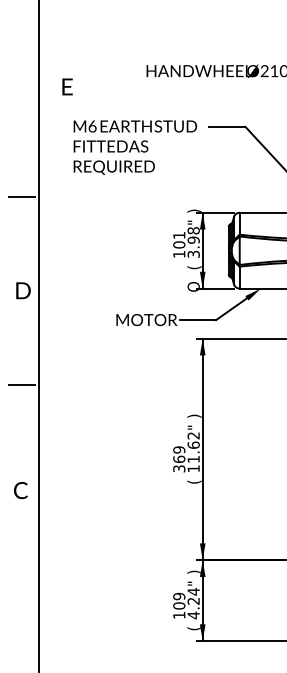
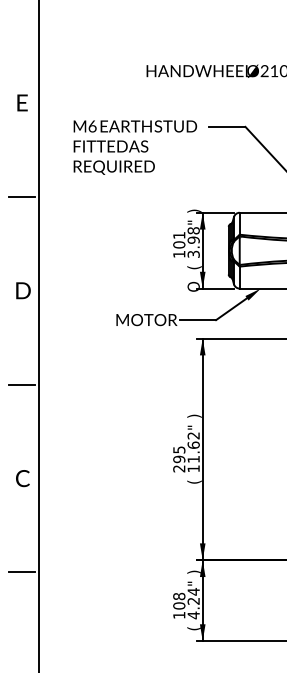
text at (67, 86) position: (67, 86) -> (22, 102)
text at (179, 459): 369 -> 295
text at (20, 490) position: (20, 490) -> (22, 478)
line at (21, 572): none -> present
text at (179, 596): 109 -> 108
